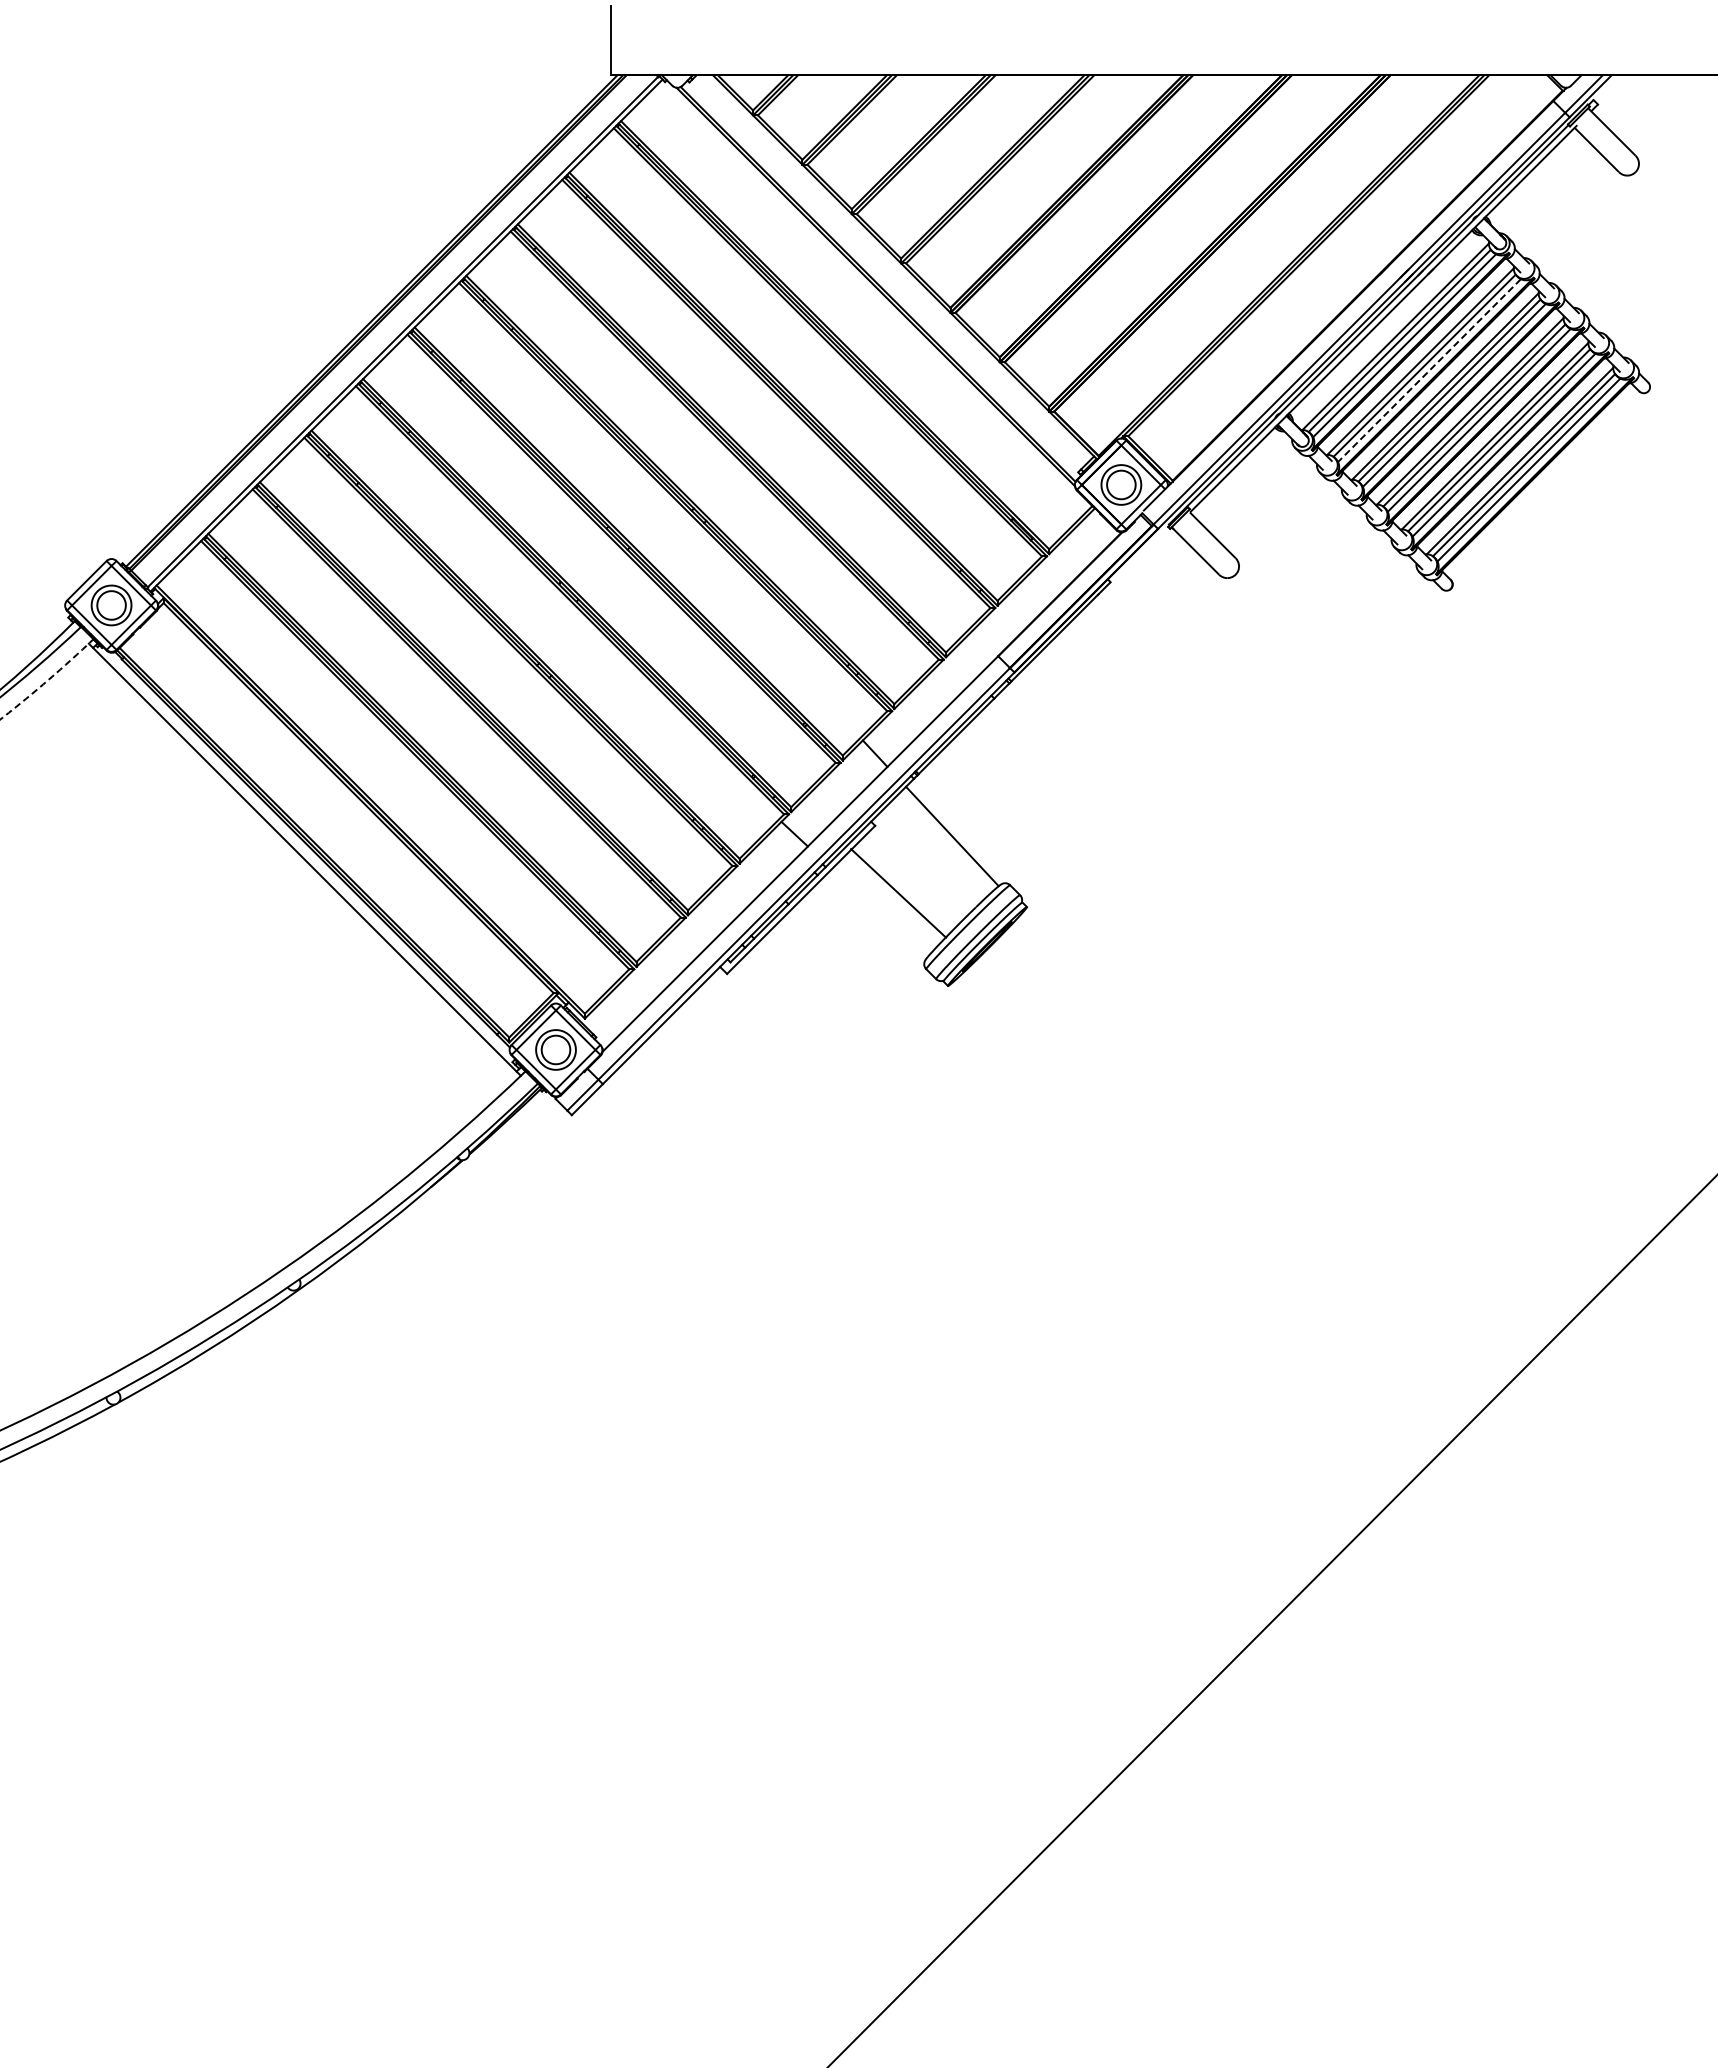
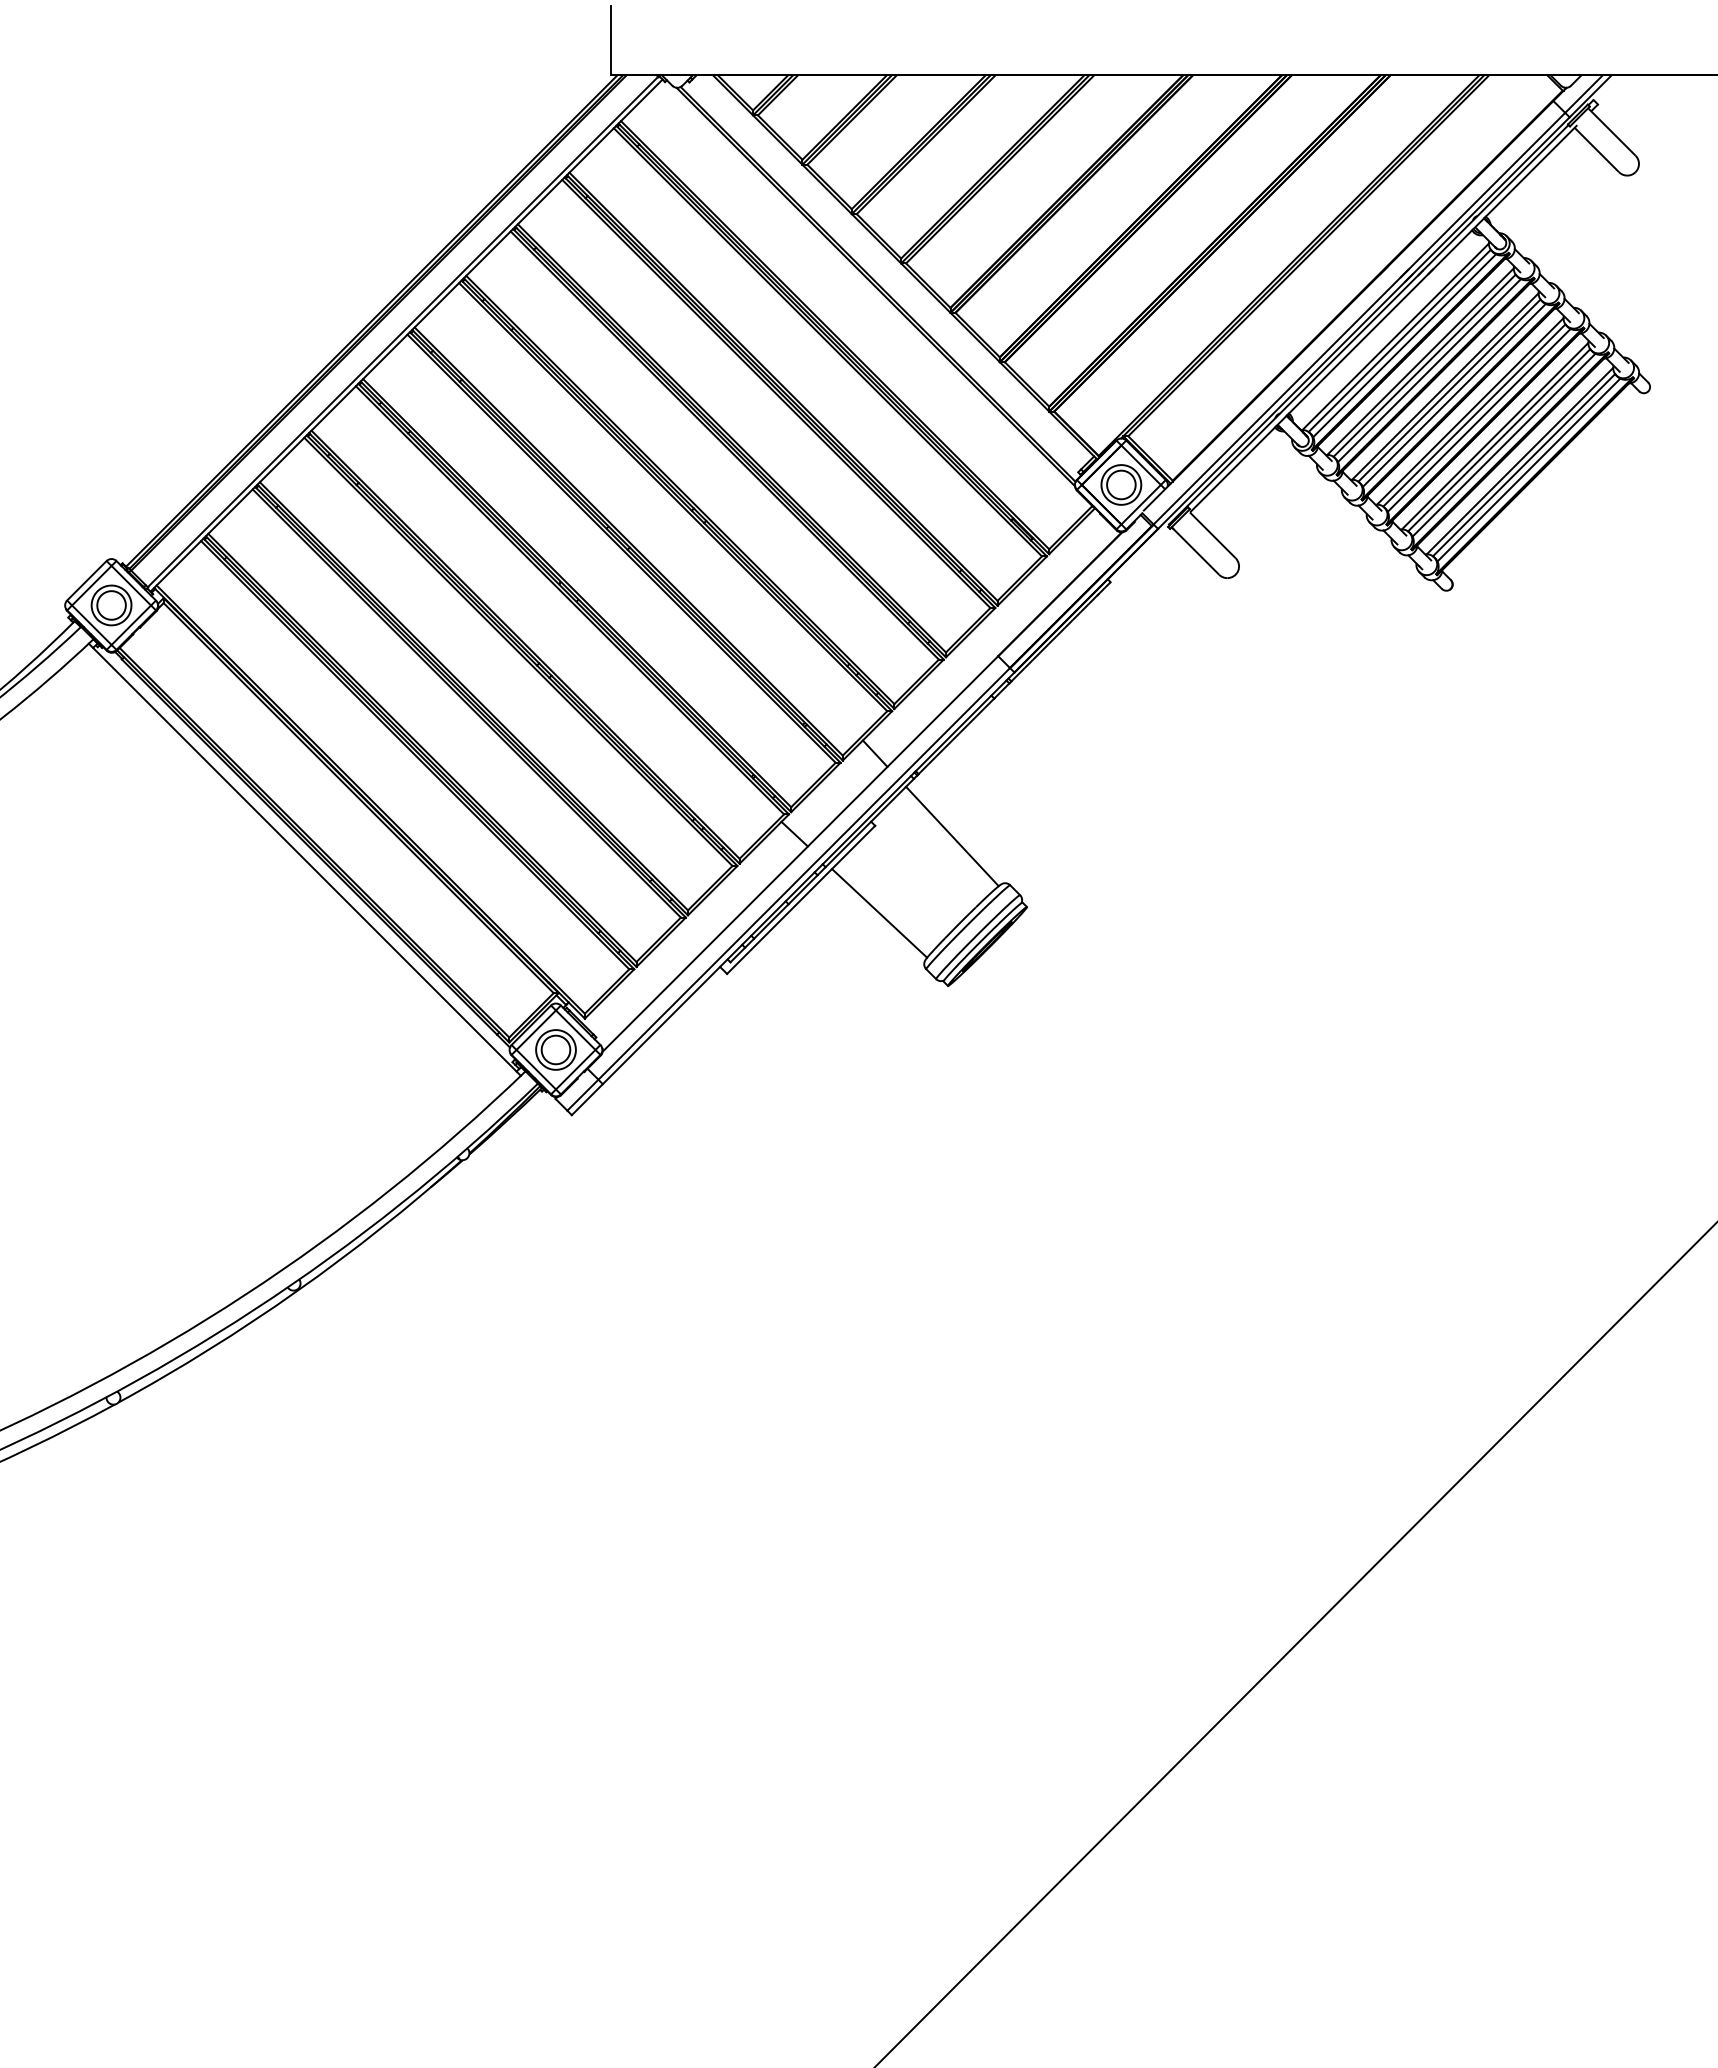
line at (1429, 370): dashed -> solid
arc at (48, 680): dashed -> solid
line at (898, 893) position: (898, 893) -> (879, 913)
line at (1272, 1620) position: (1272, 1620) -> (1295, 1644)
